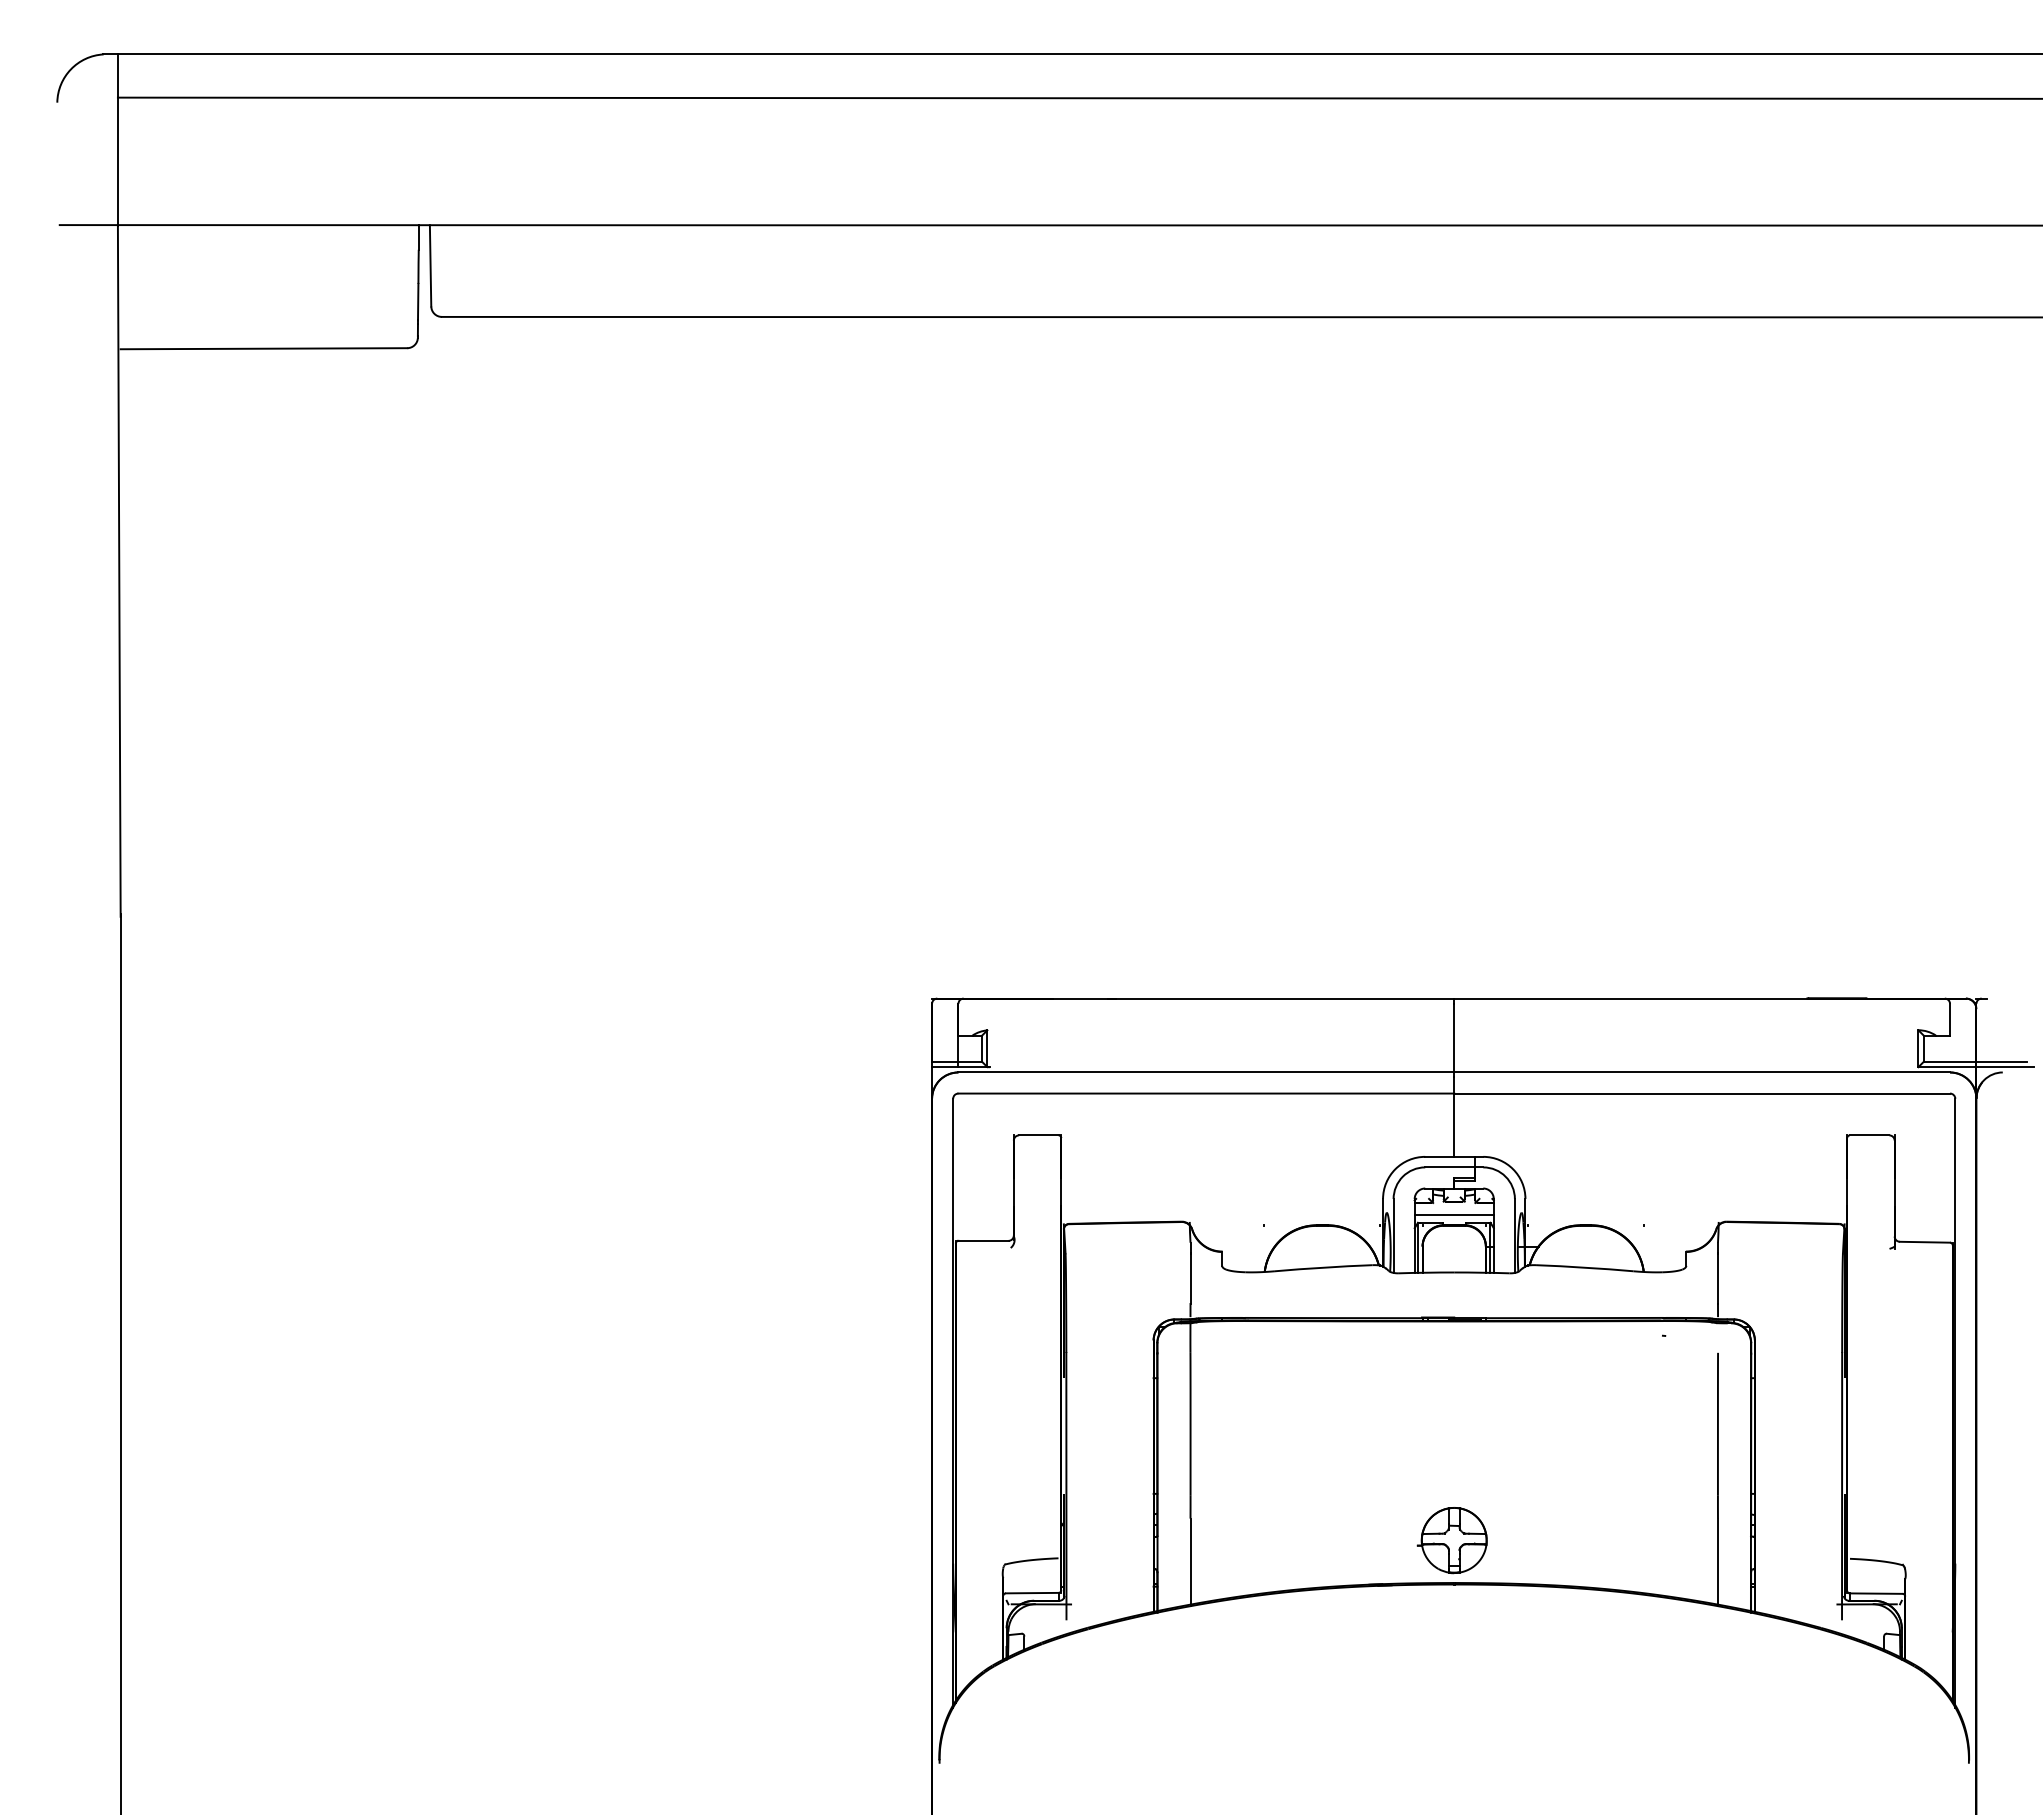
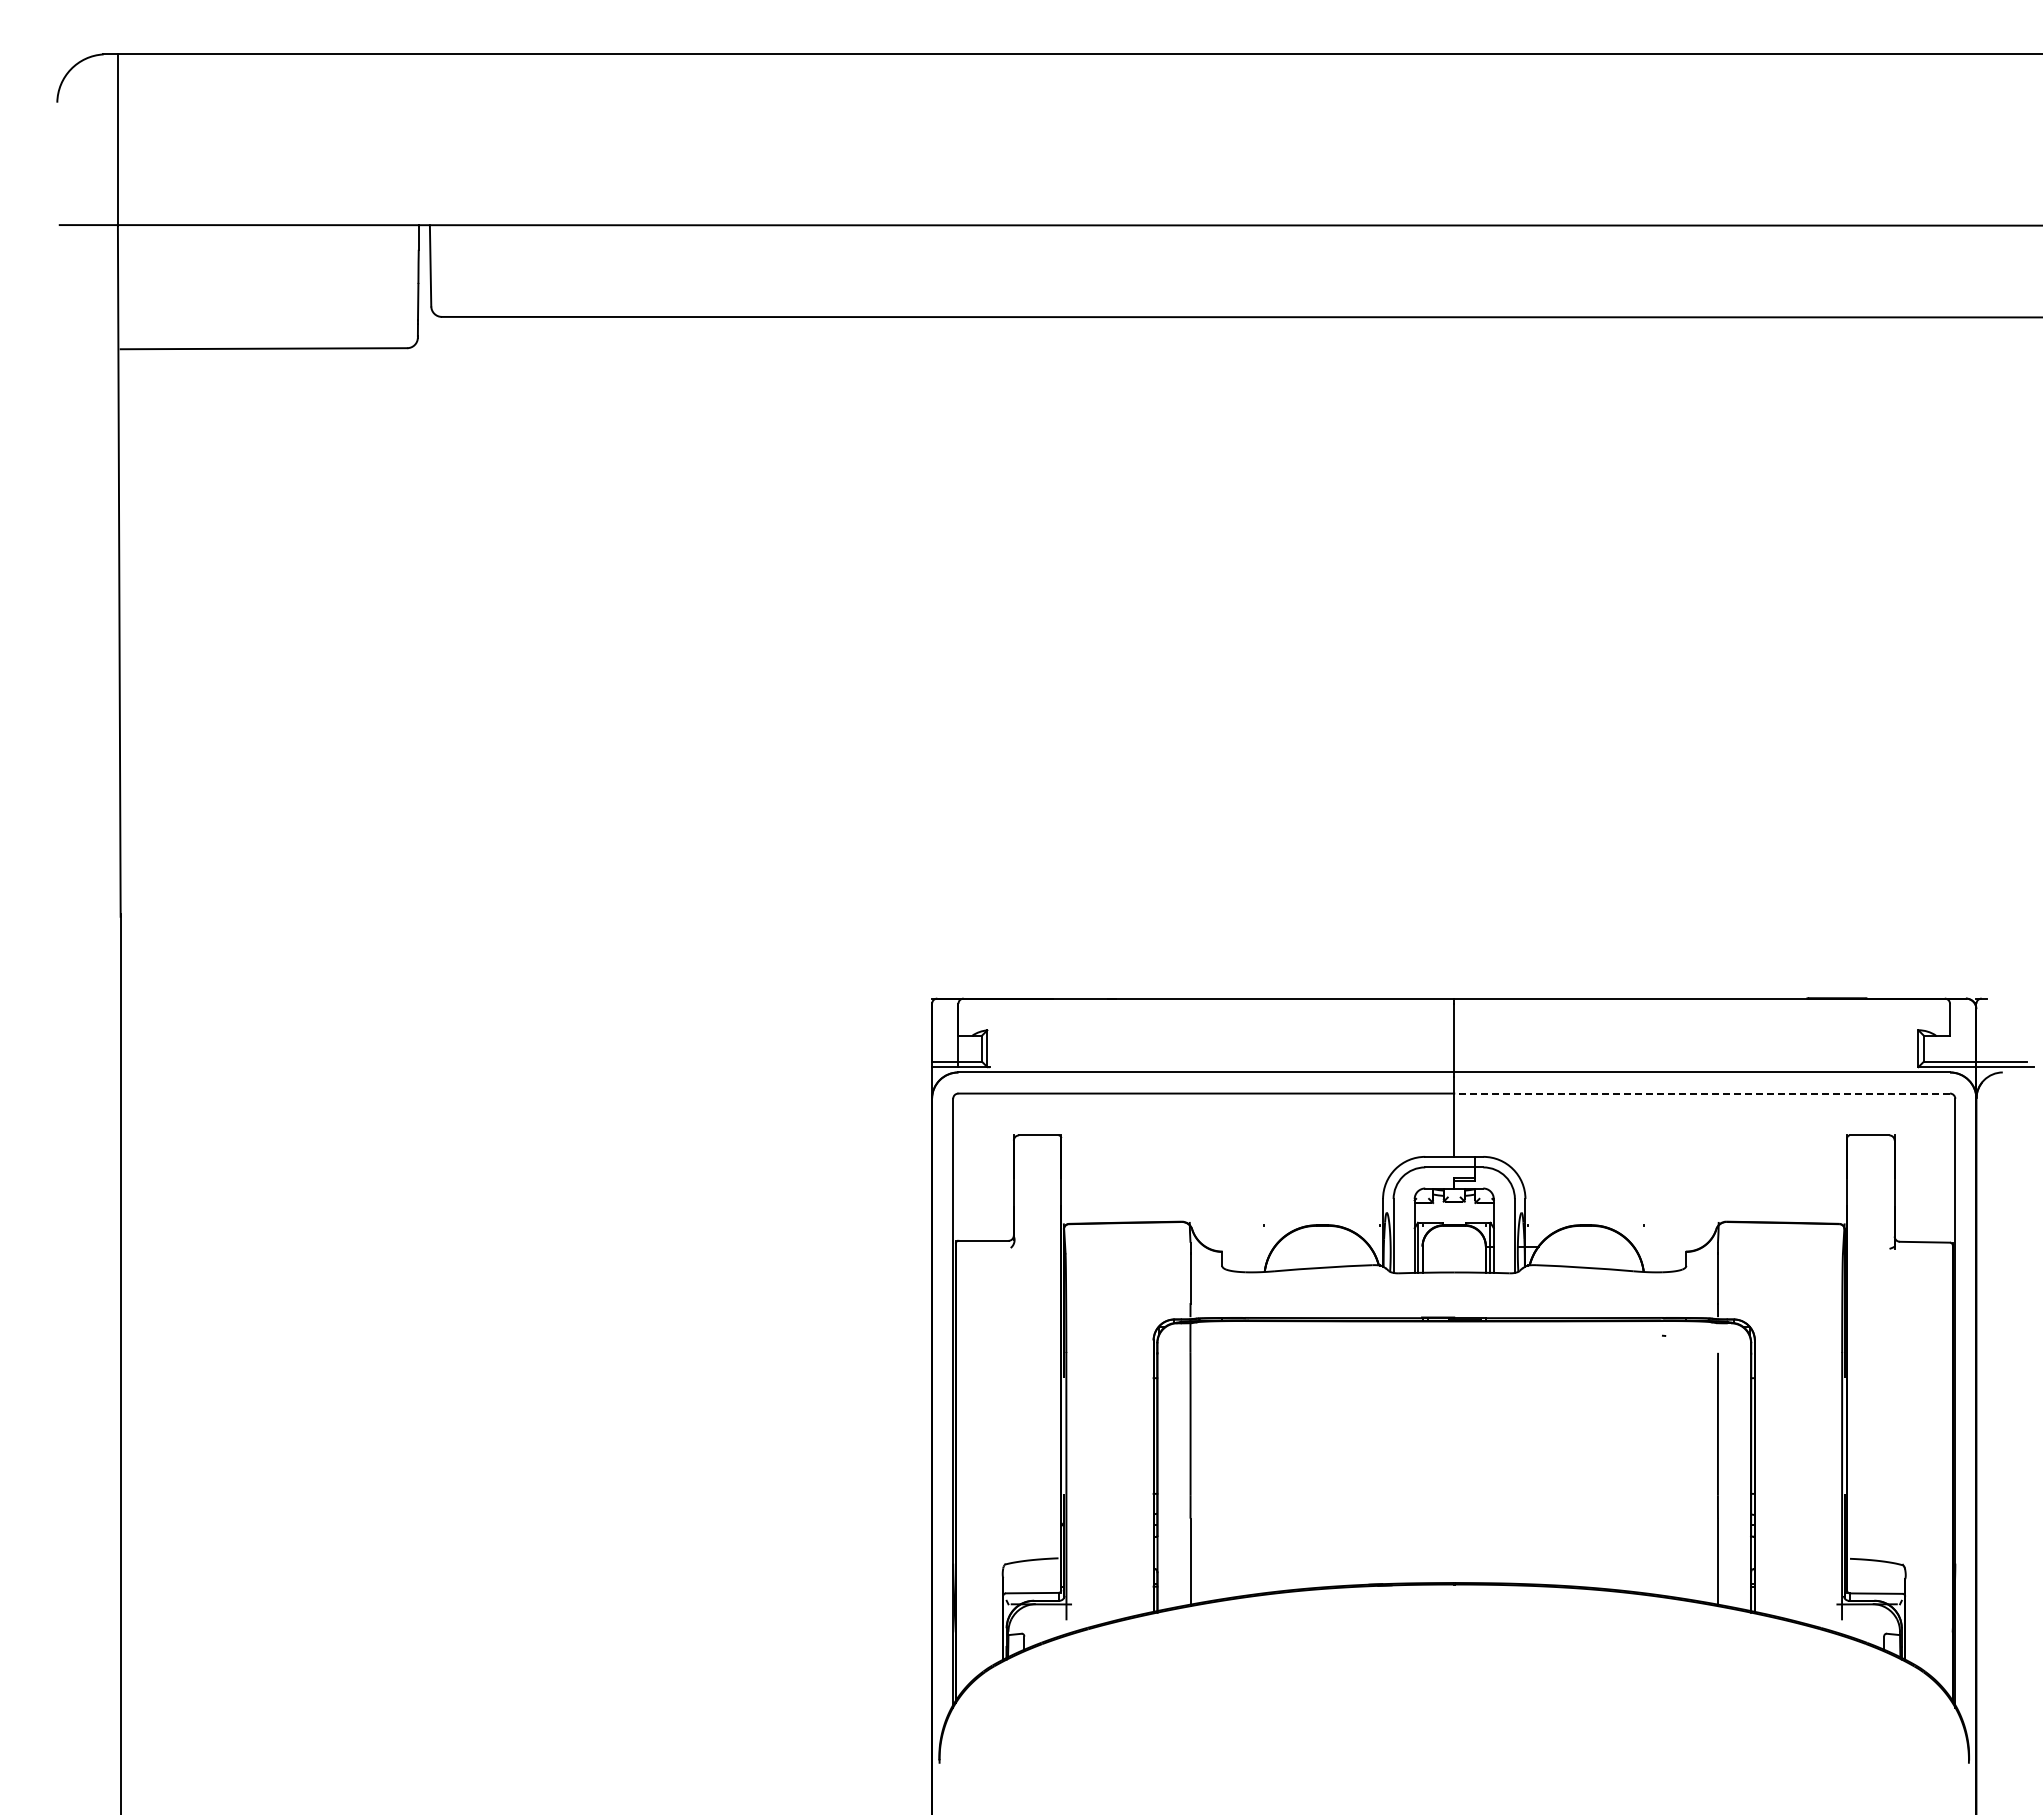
line at (1078, 97): present -> none
line at (1702, 1093): solid -> dashed
line at (1453, 1214): present -> none
part at (1451, 1540): present -> none
